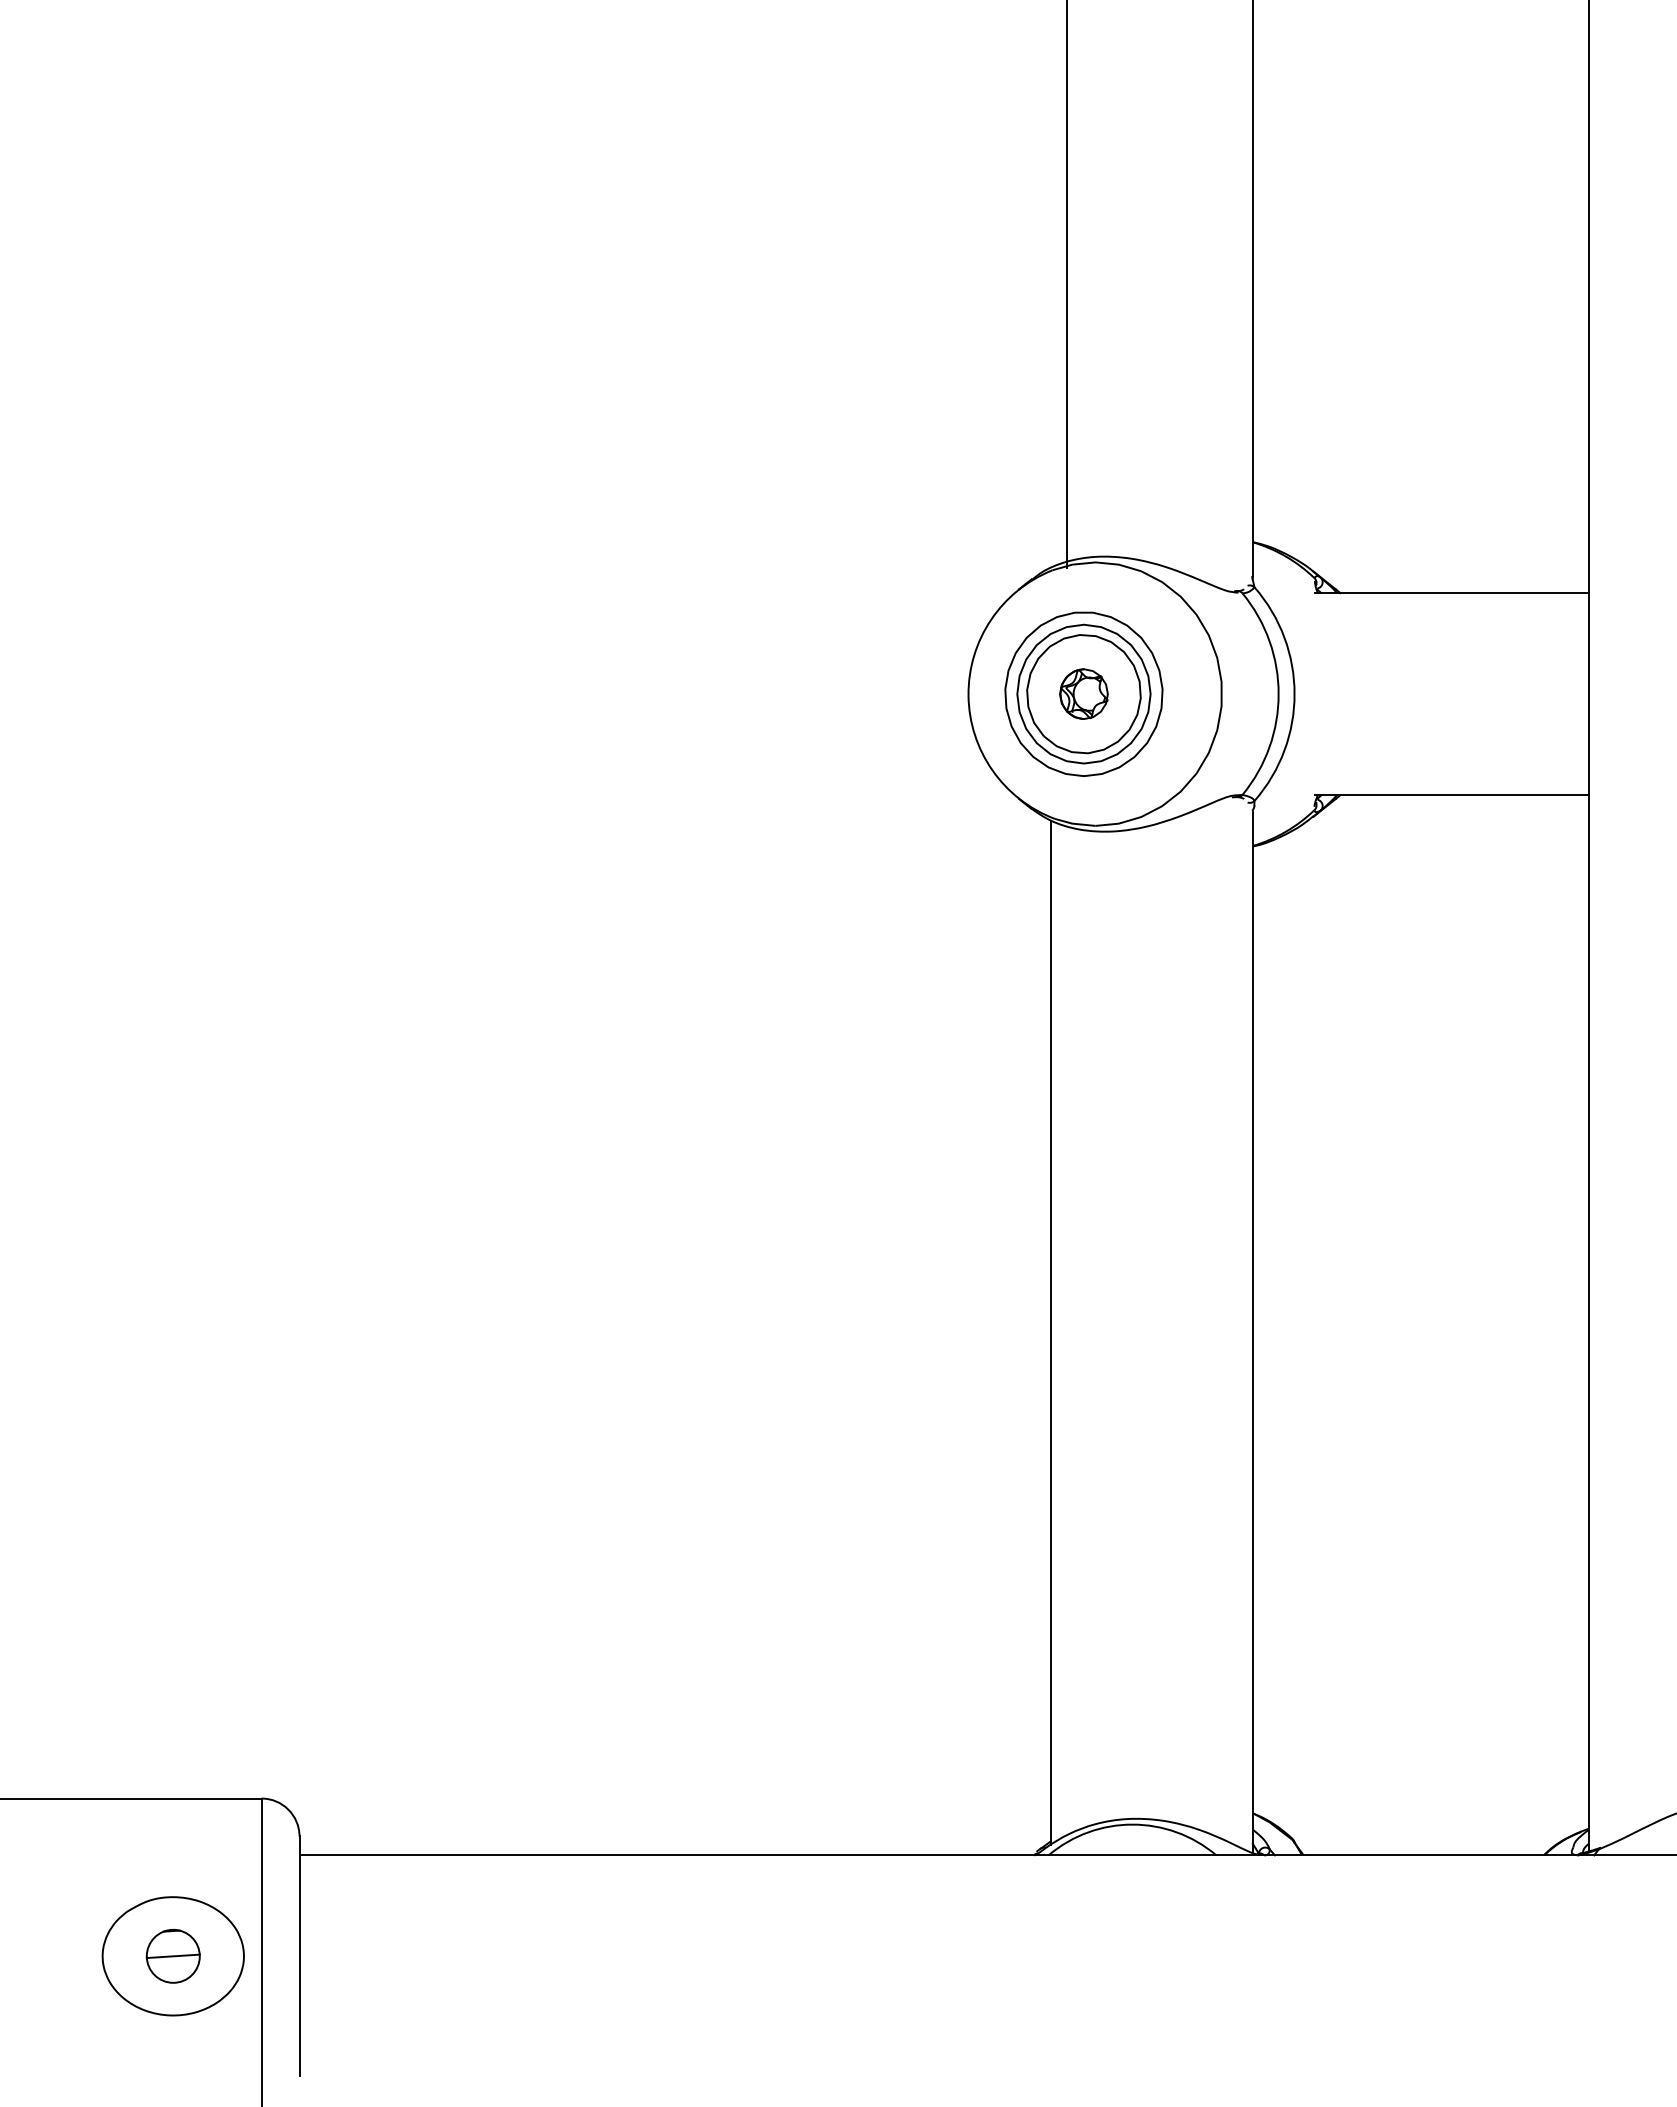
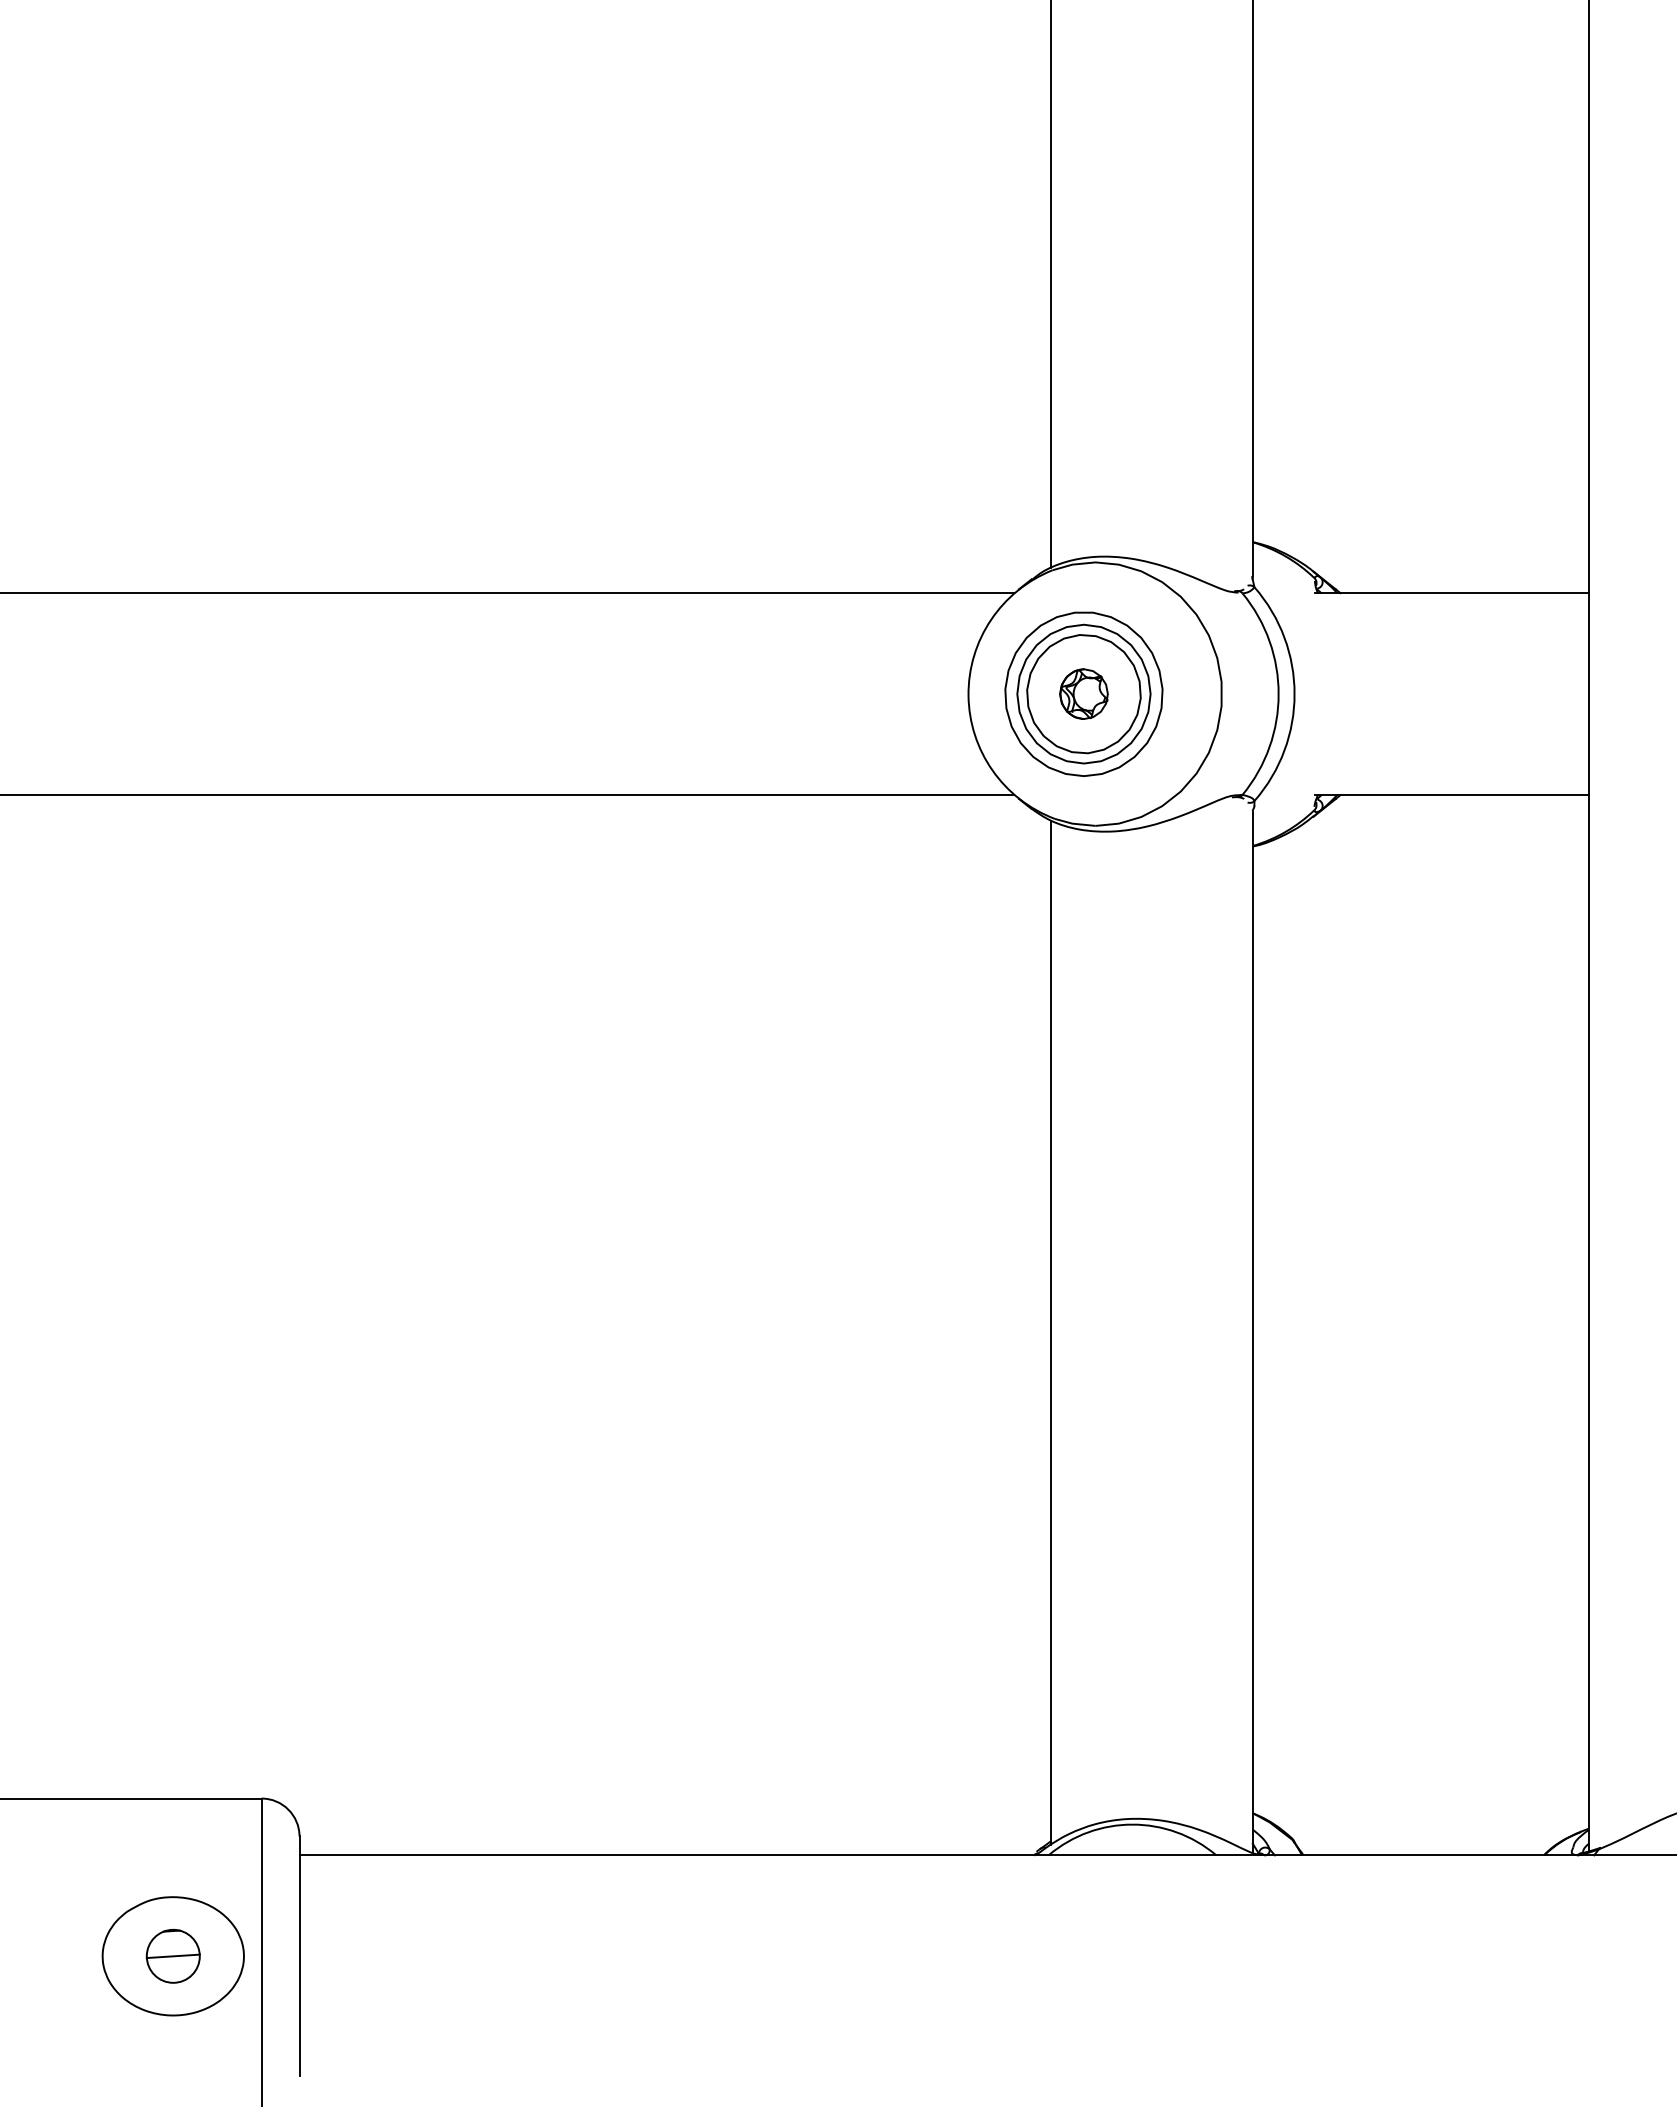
line at (1066, 285) position: (1066, 285) -> (1050, 285)
line at (508, 593): none -> present
line at (508, 795): none -> present
